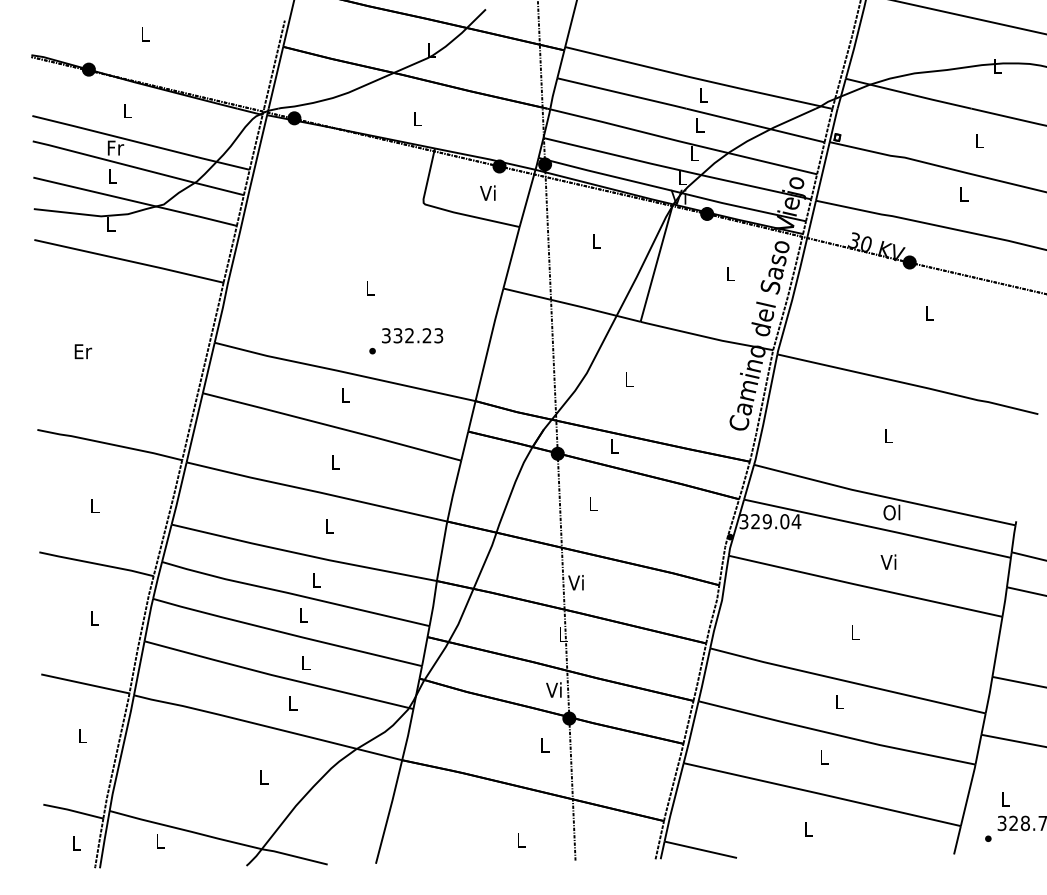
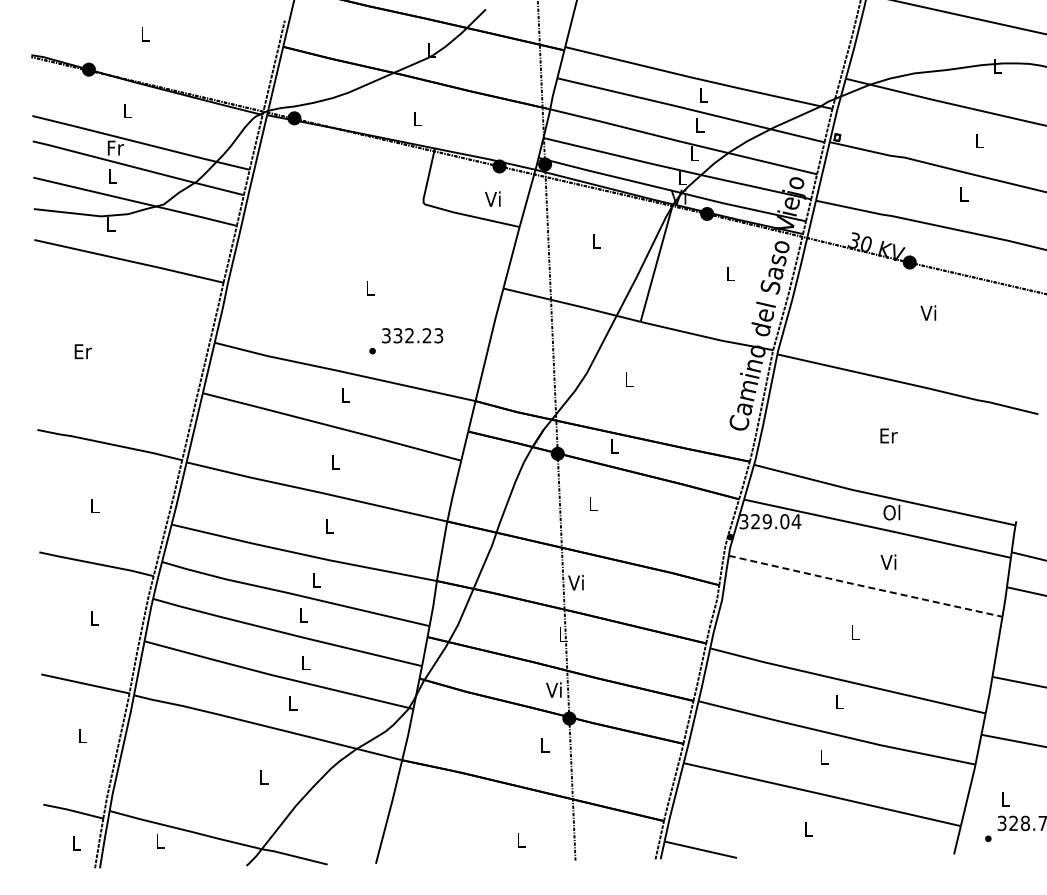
text at (487, 192) position: (487, 192) -> (492, 198)
text at (928, 312): L -> Vi
text at (888, 435): L -> Er
line at (865, 586): solid -> dashed
